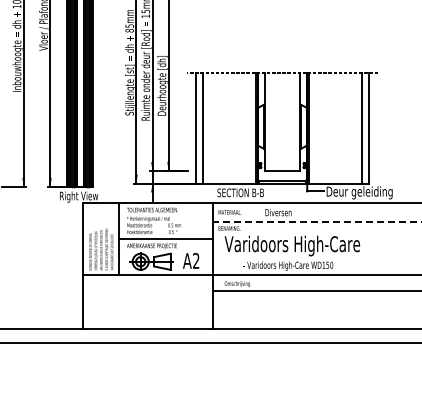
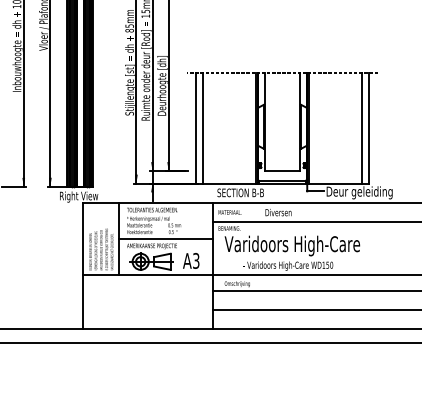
line at (316, 221): dashed -> solid
text at (196, 260): A2 -> A3
line at (315, 310): none -> present
